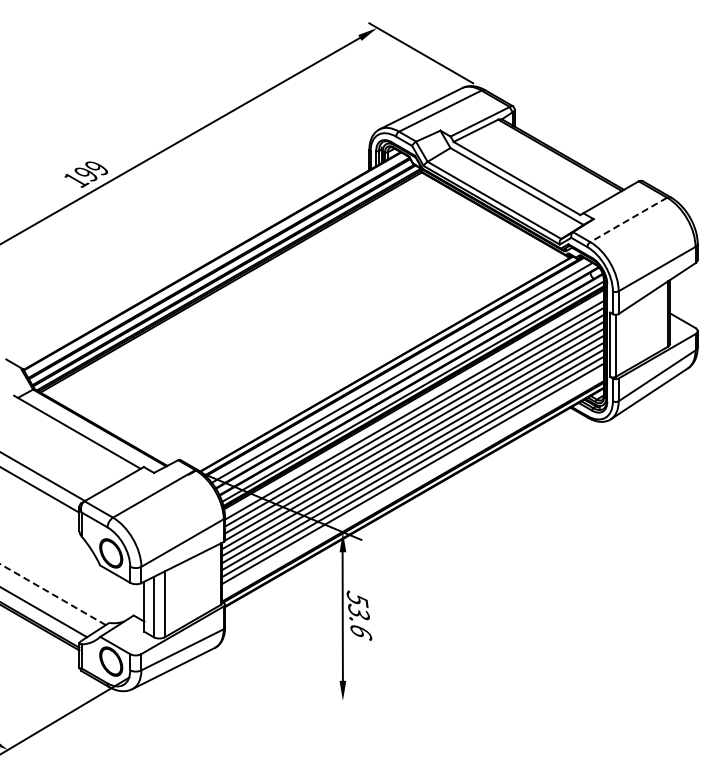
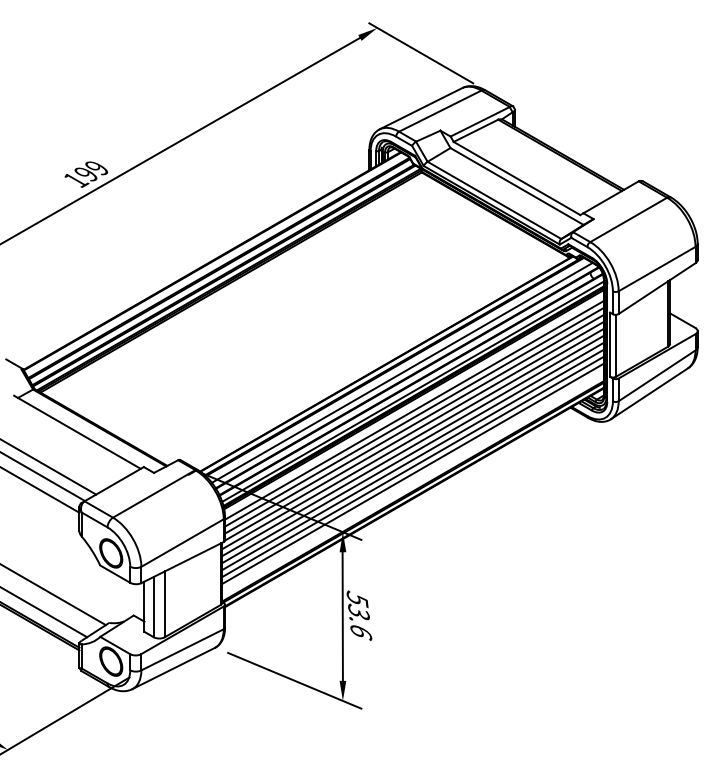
line at (628, 220): dashed -> solid
line at (49, 467): none -> present
line at (53, 594): dashed -> solid
line at (294, 680): none -> present
